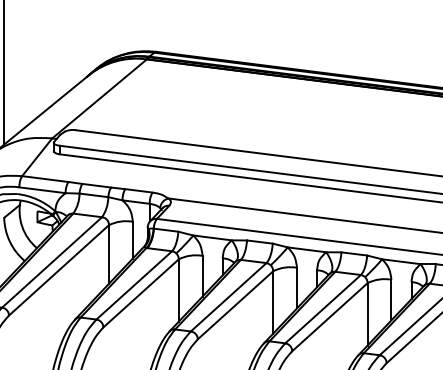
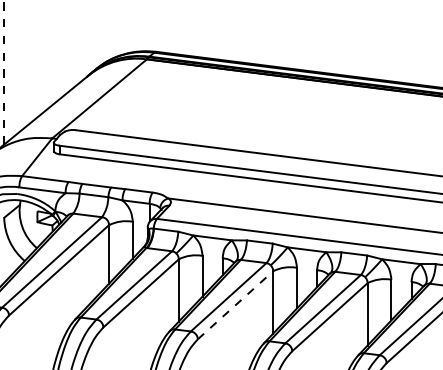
line at (4, 71): solid -> dashed
line at (235, 305): solid -> dashed
